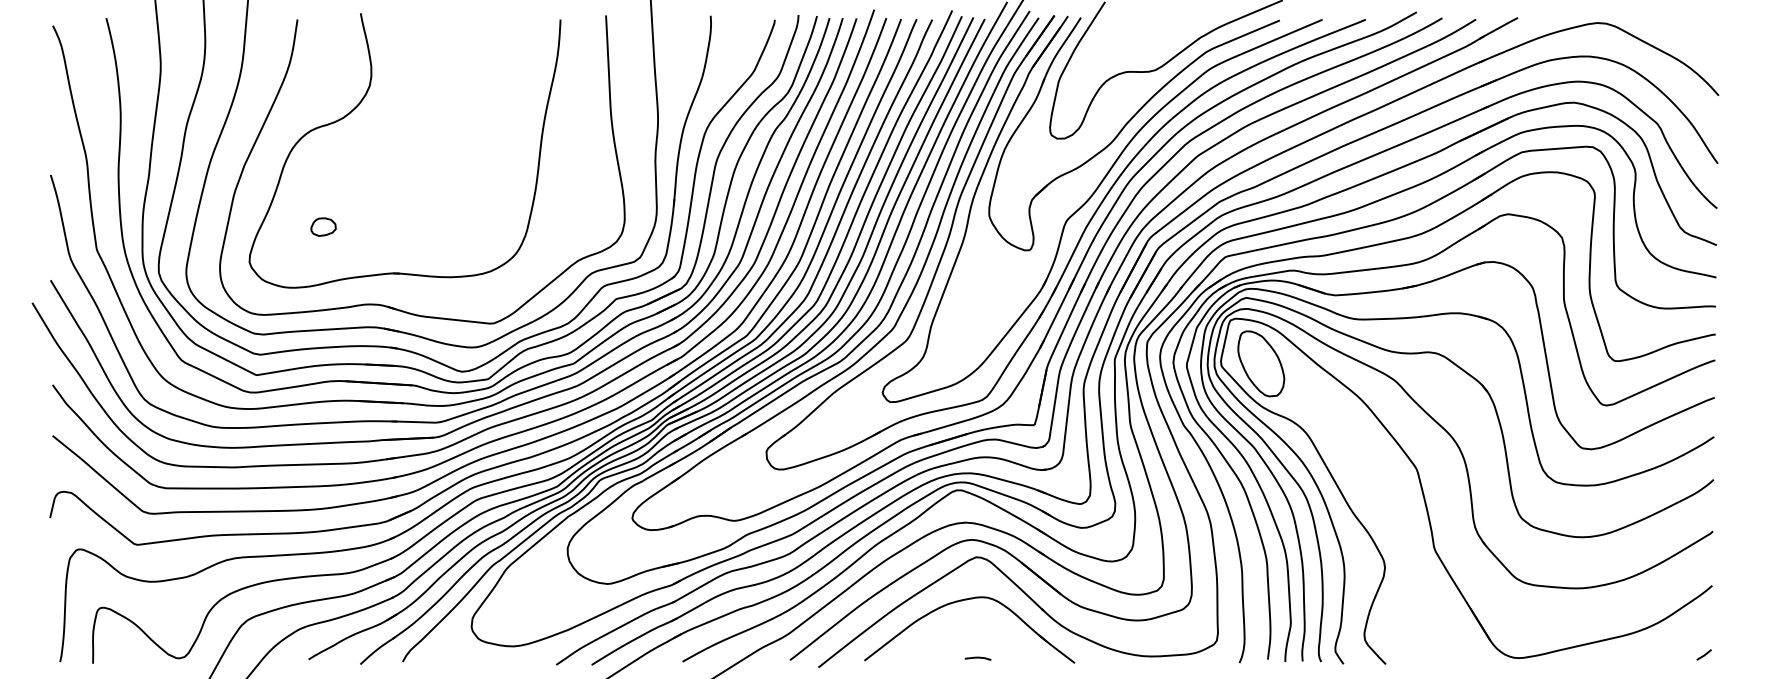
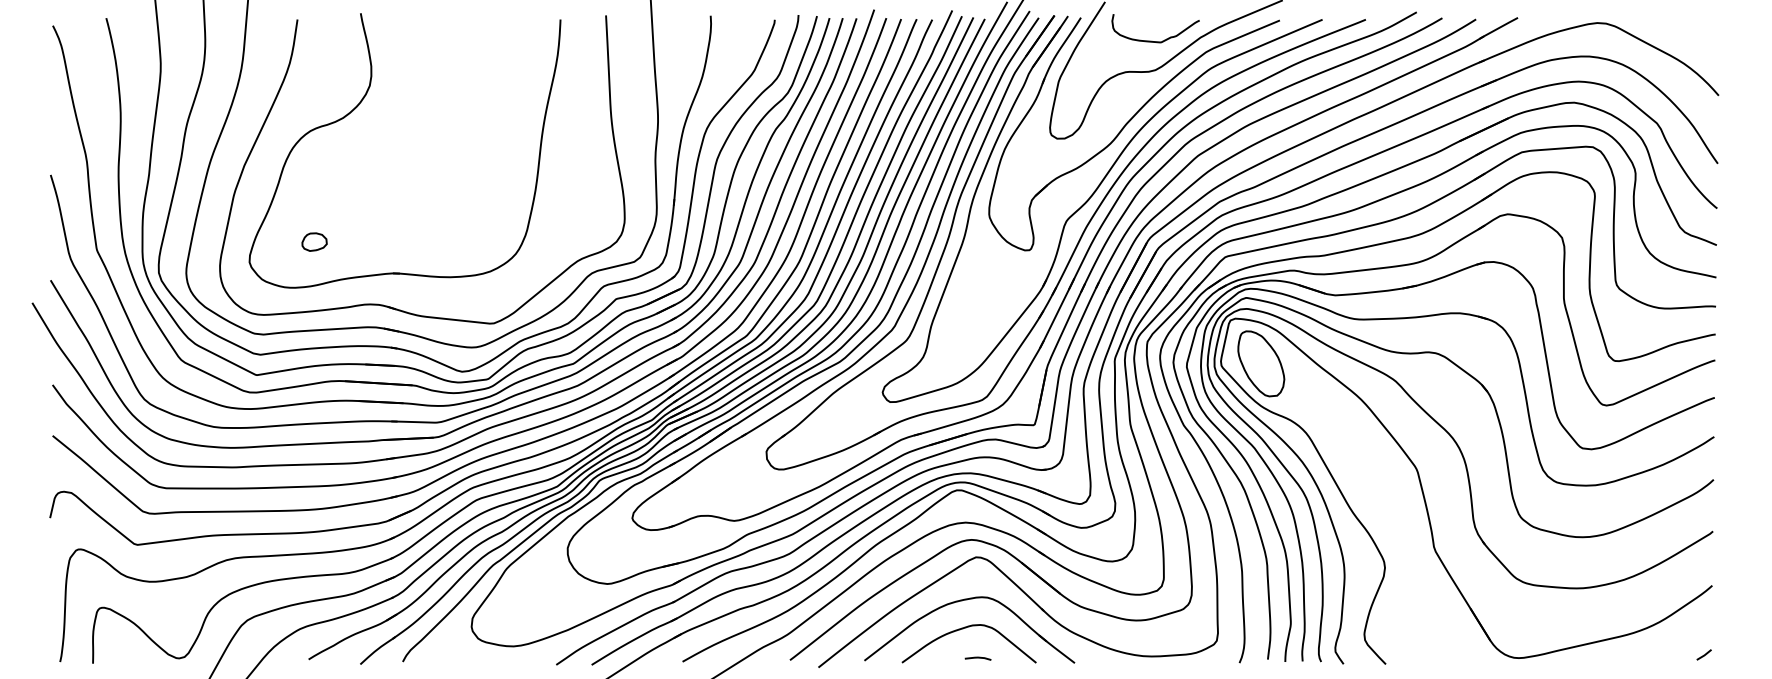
curve at (1151, 40): none -> present
part at (323, 226) position: (323, 226) -> (314, 241)
curve at (963, 629): none -> present
